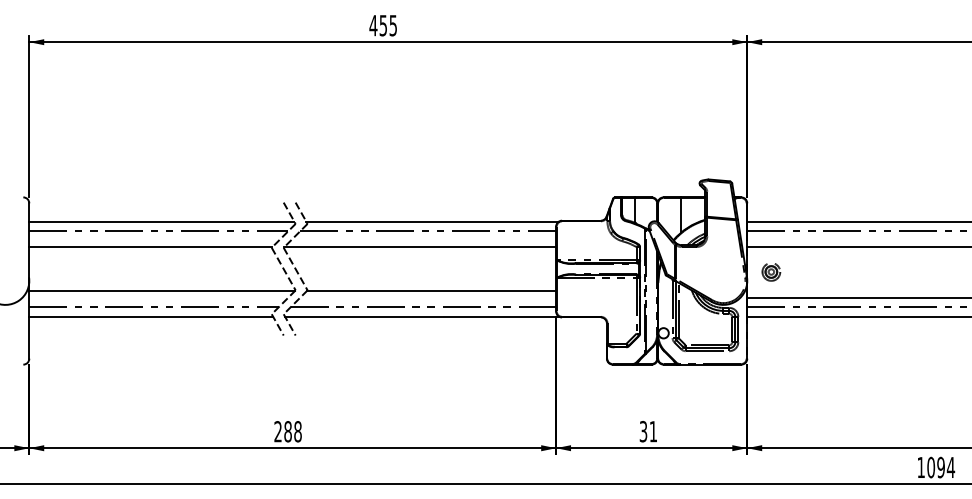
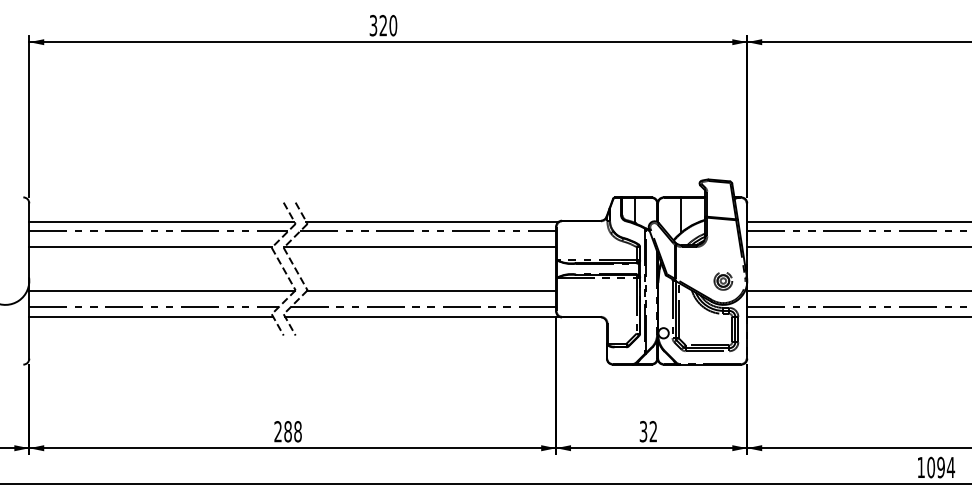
text at (383, 25): 455 -> 320
part at (771, 272) position: (771, 272) -> (723, 281)
line at (857, 297) position: (857, 297) -> (857, 290)
text at (652, 431): 31 -> 32
